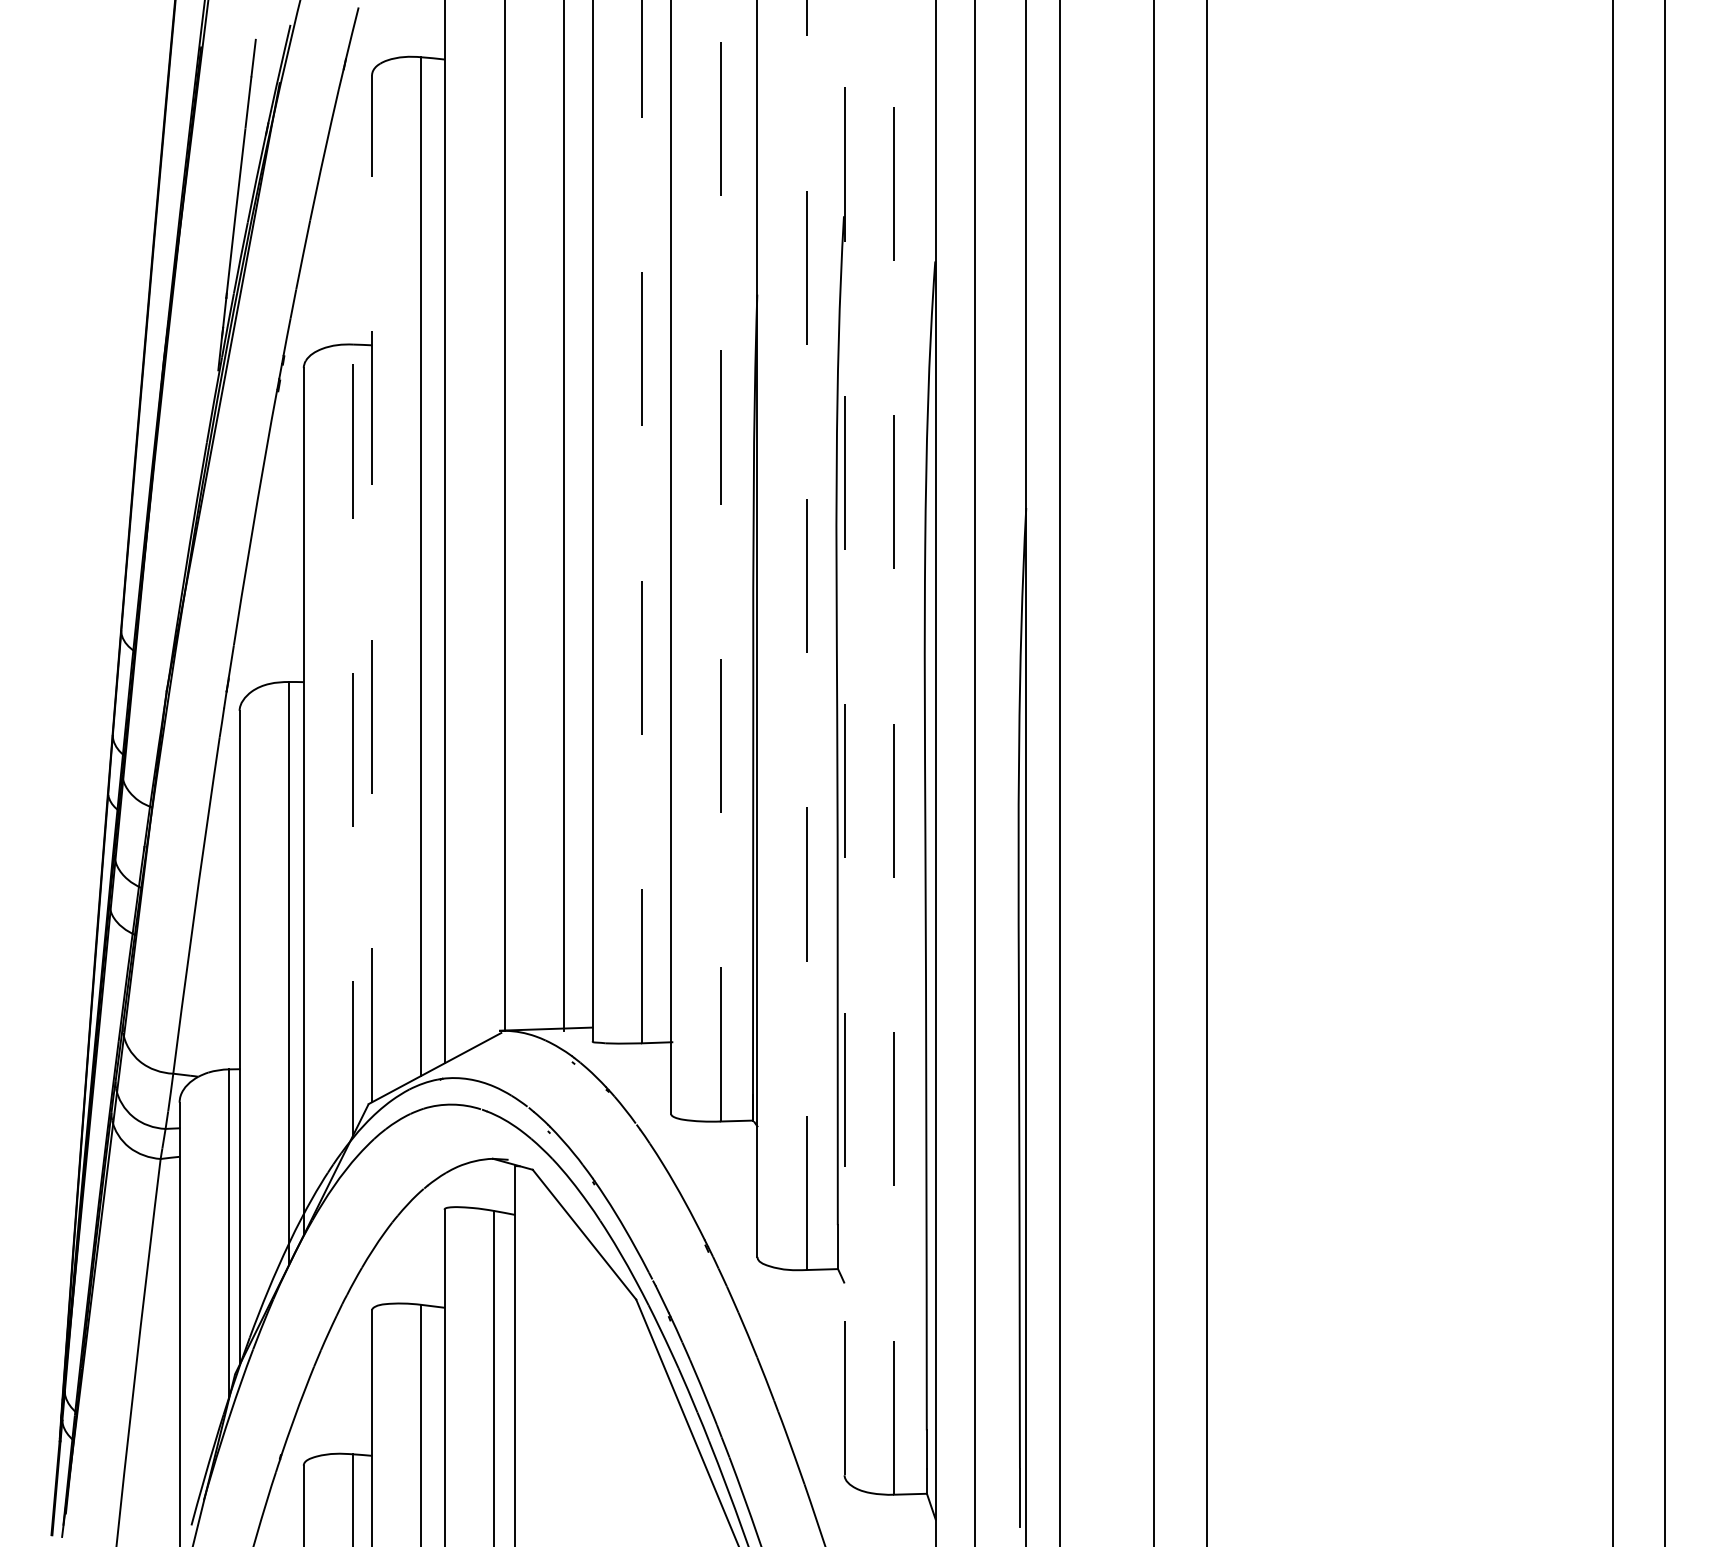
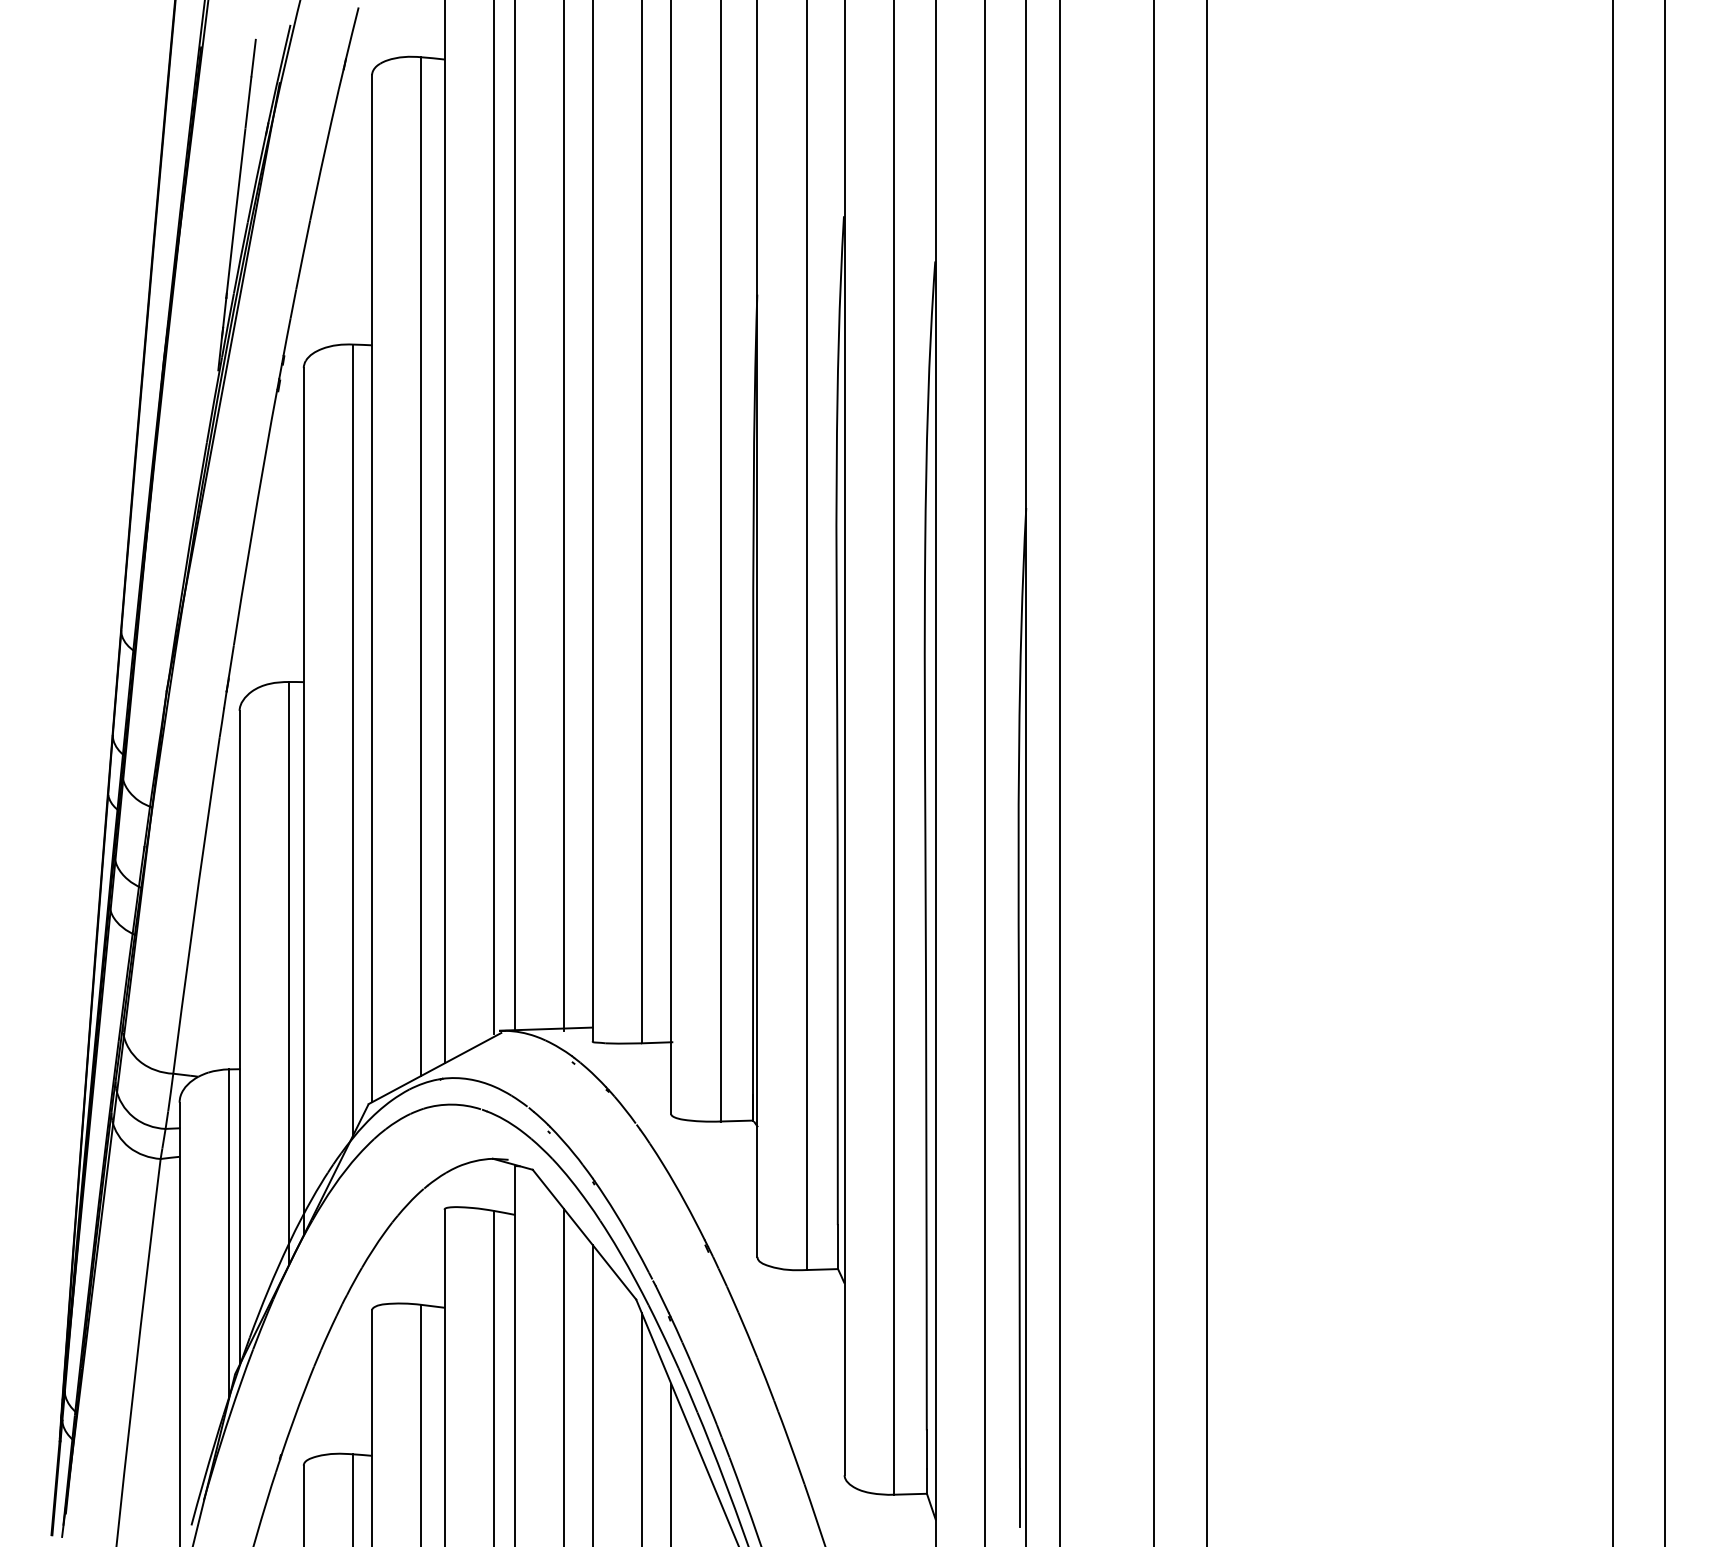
line at (504, 516) position: (504, 516) -> (514, 516)
line at (494, 517): none -> present
line at (641, 521): dashed -> solid
line at (720, 560): dashed -> solid
line at (372, 588): dashed -> solid
line at (806, 635): dashed -> solid
line at (844, 737): dashed -> solid
line at (353, 739): dashed -> solid
line at (893, 746): dashed -> solid
line at (975, 772) position: (975, 772) -> (985, 772)
line at (564, 1376): none -> present
line at (592, 1393): none -> present
line at (641, 1428): none -> present
line at (671, 1463): none -> present
